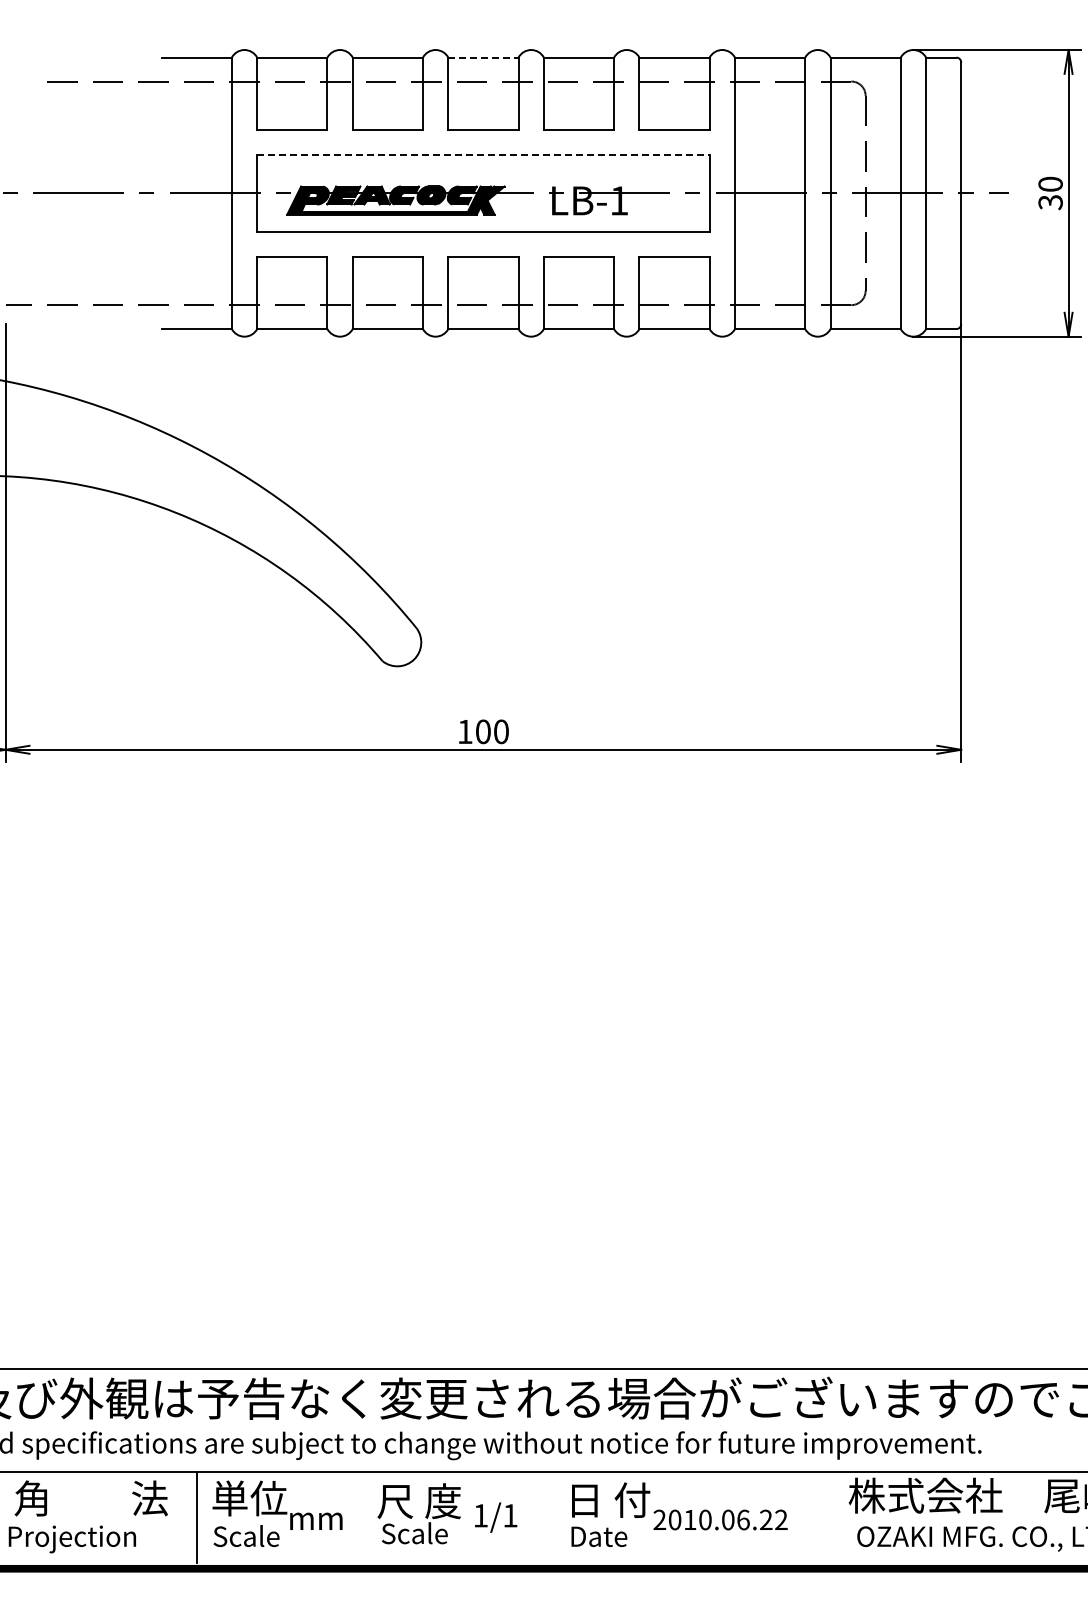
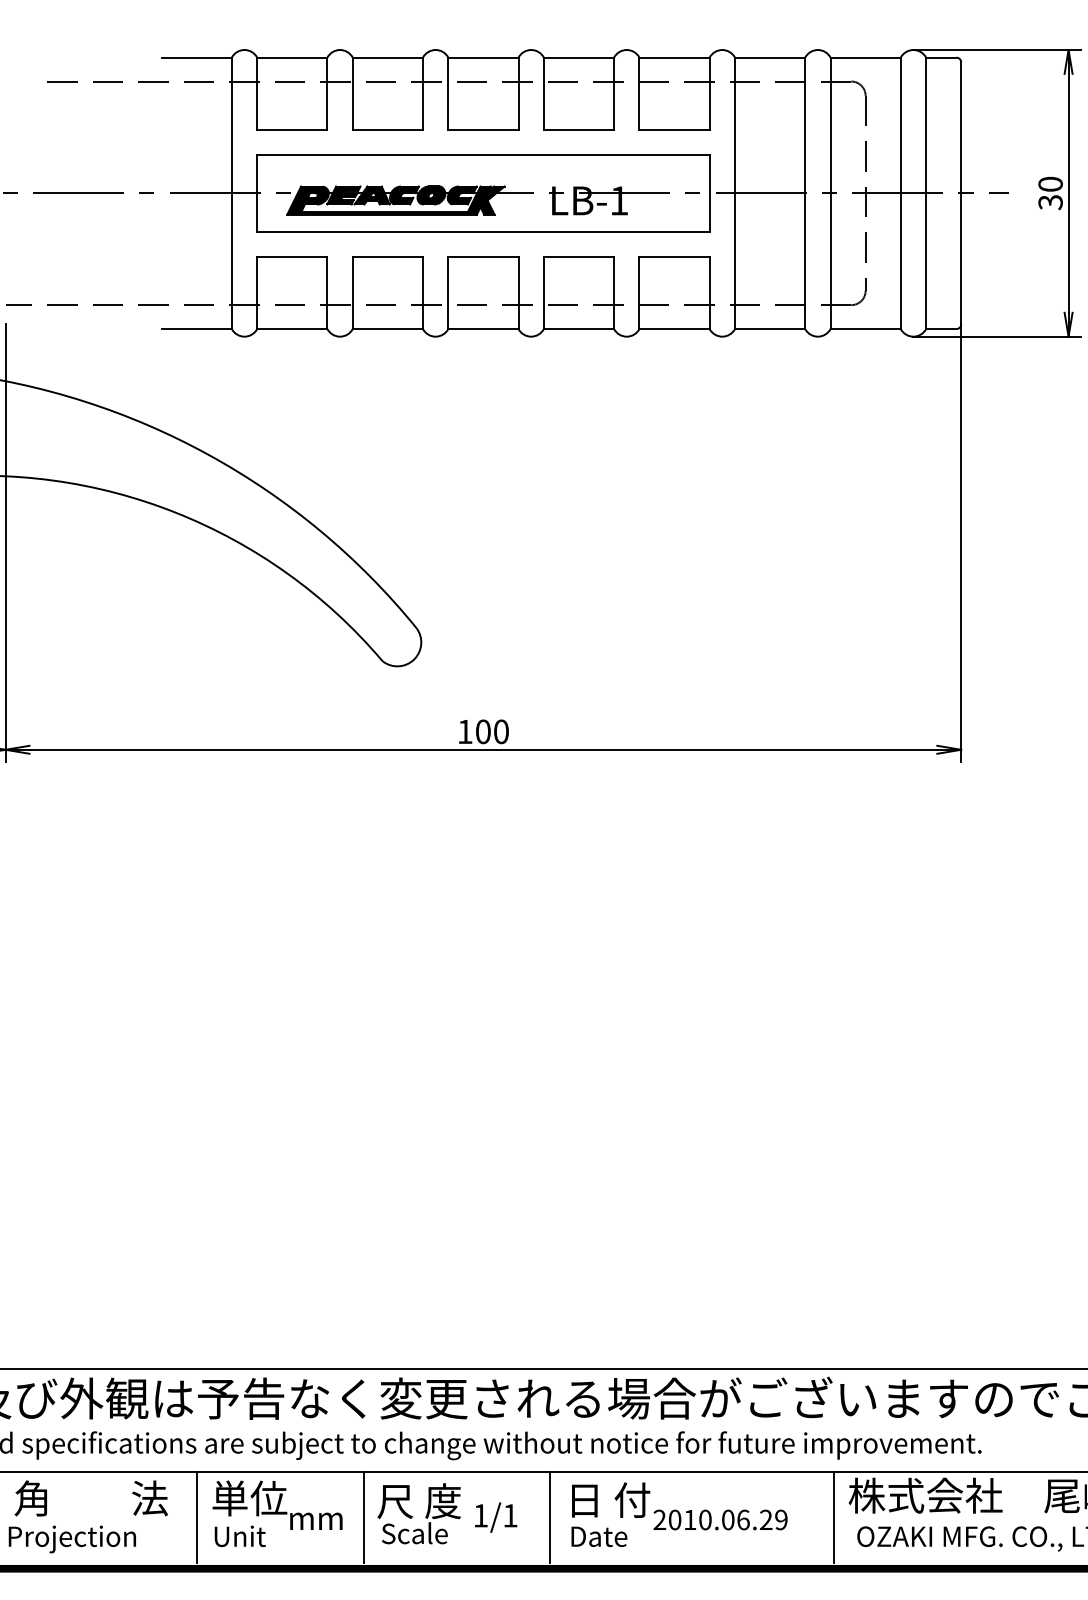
line at (483, 57): dashed -> solid
line at (483, 155): dashed -> solid
line at (363, 1517): none -> present
line at (550, 1517): none -> present
line at (834, 1517): none -> present
text at (781, 1520): 2010.06.22 -> 2010.06.29
text at (246, 1536): Scale -> Unit
